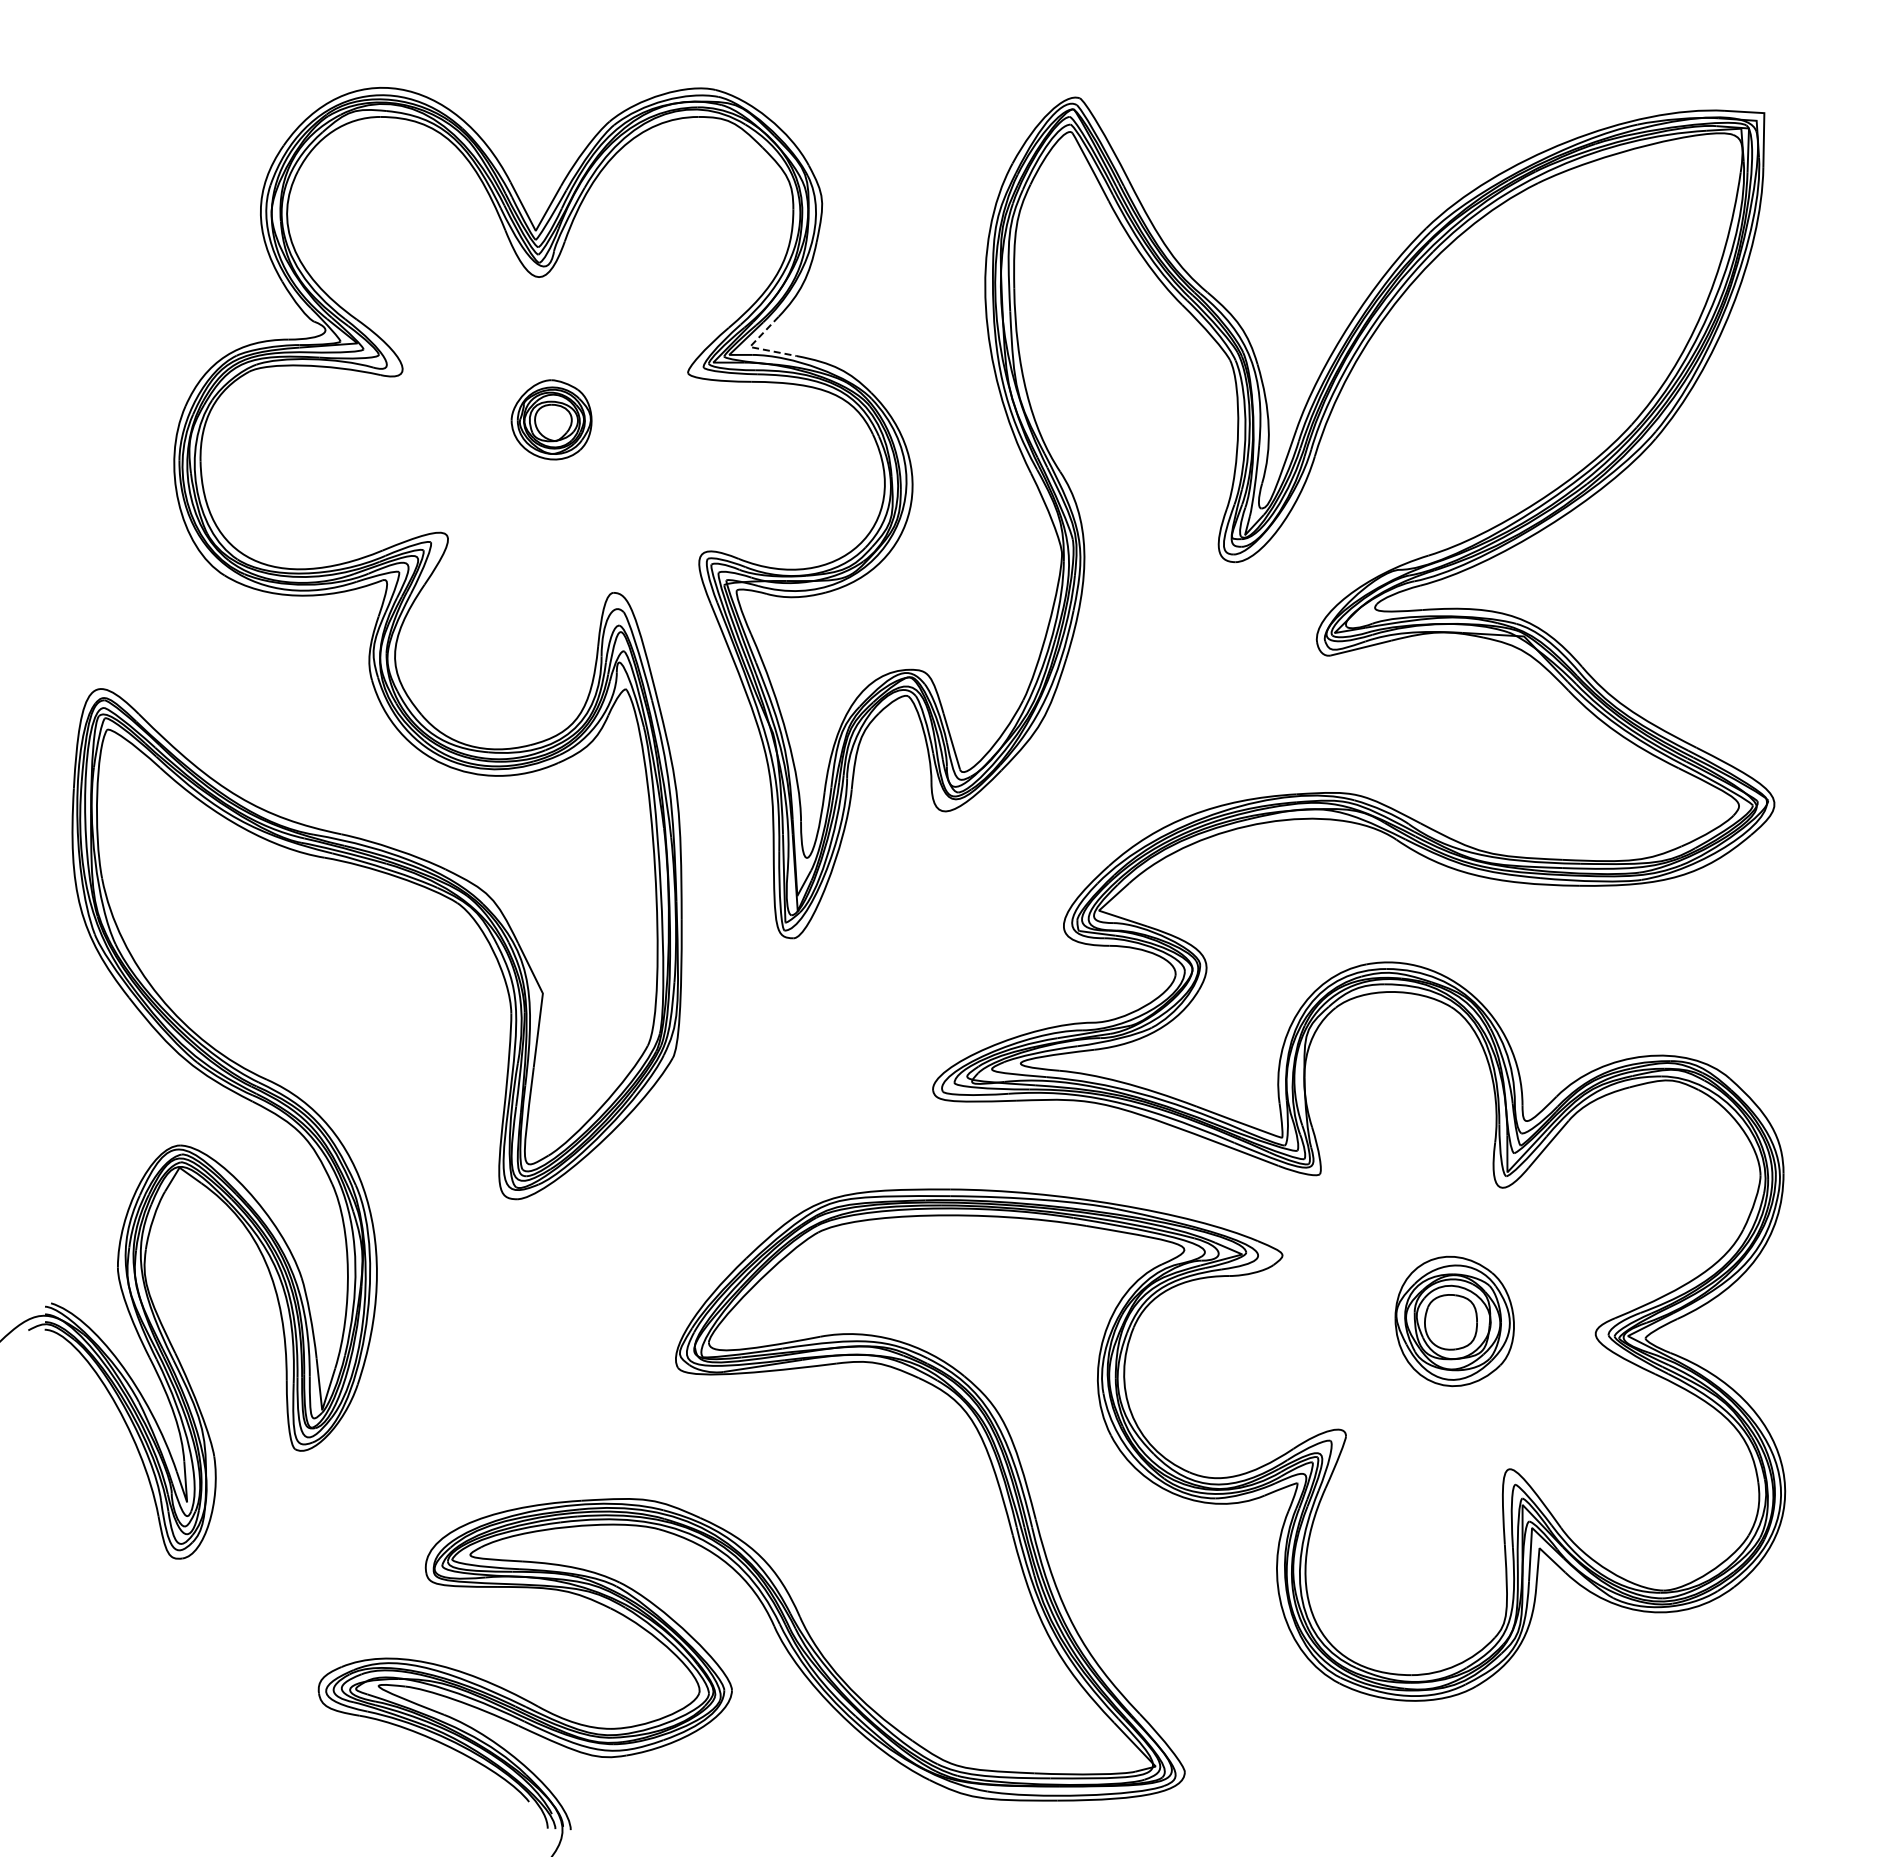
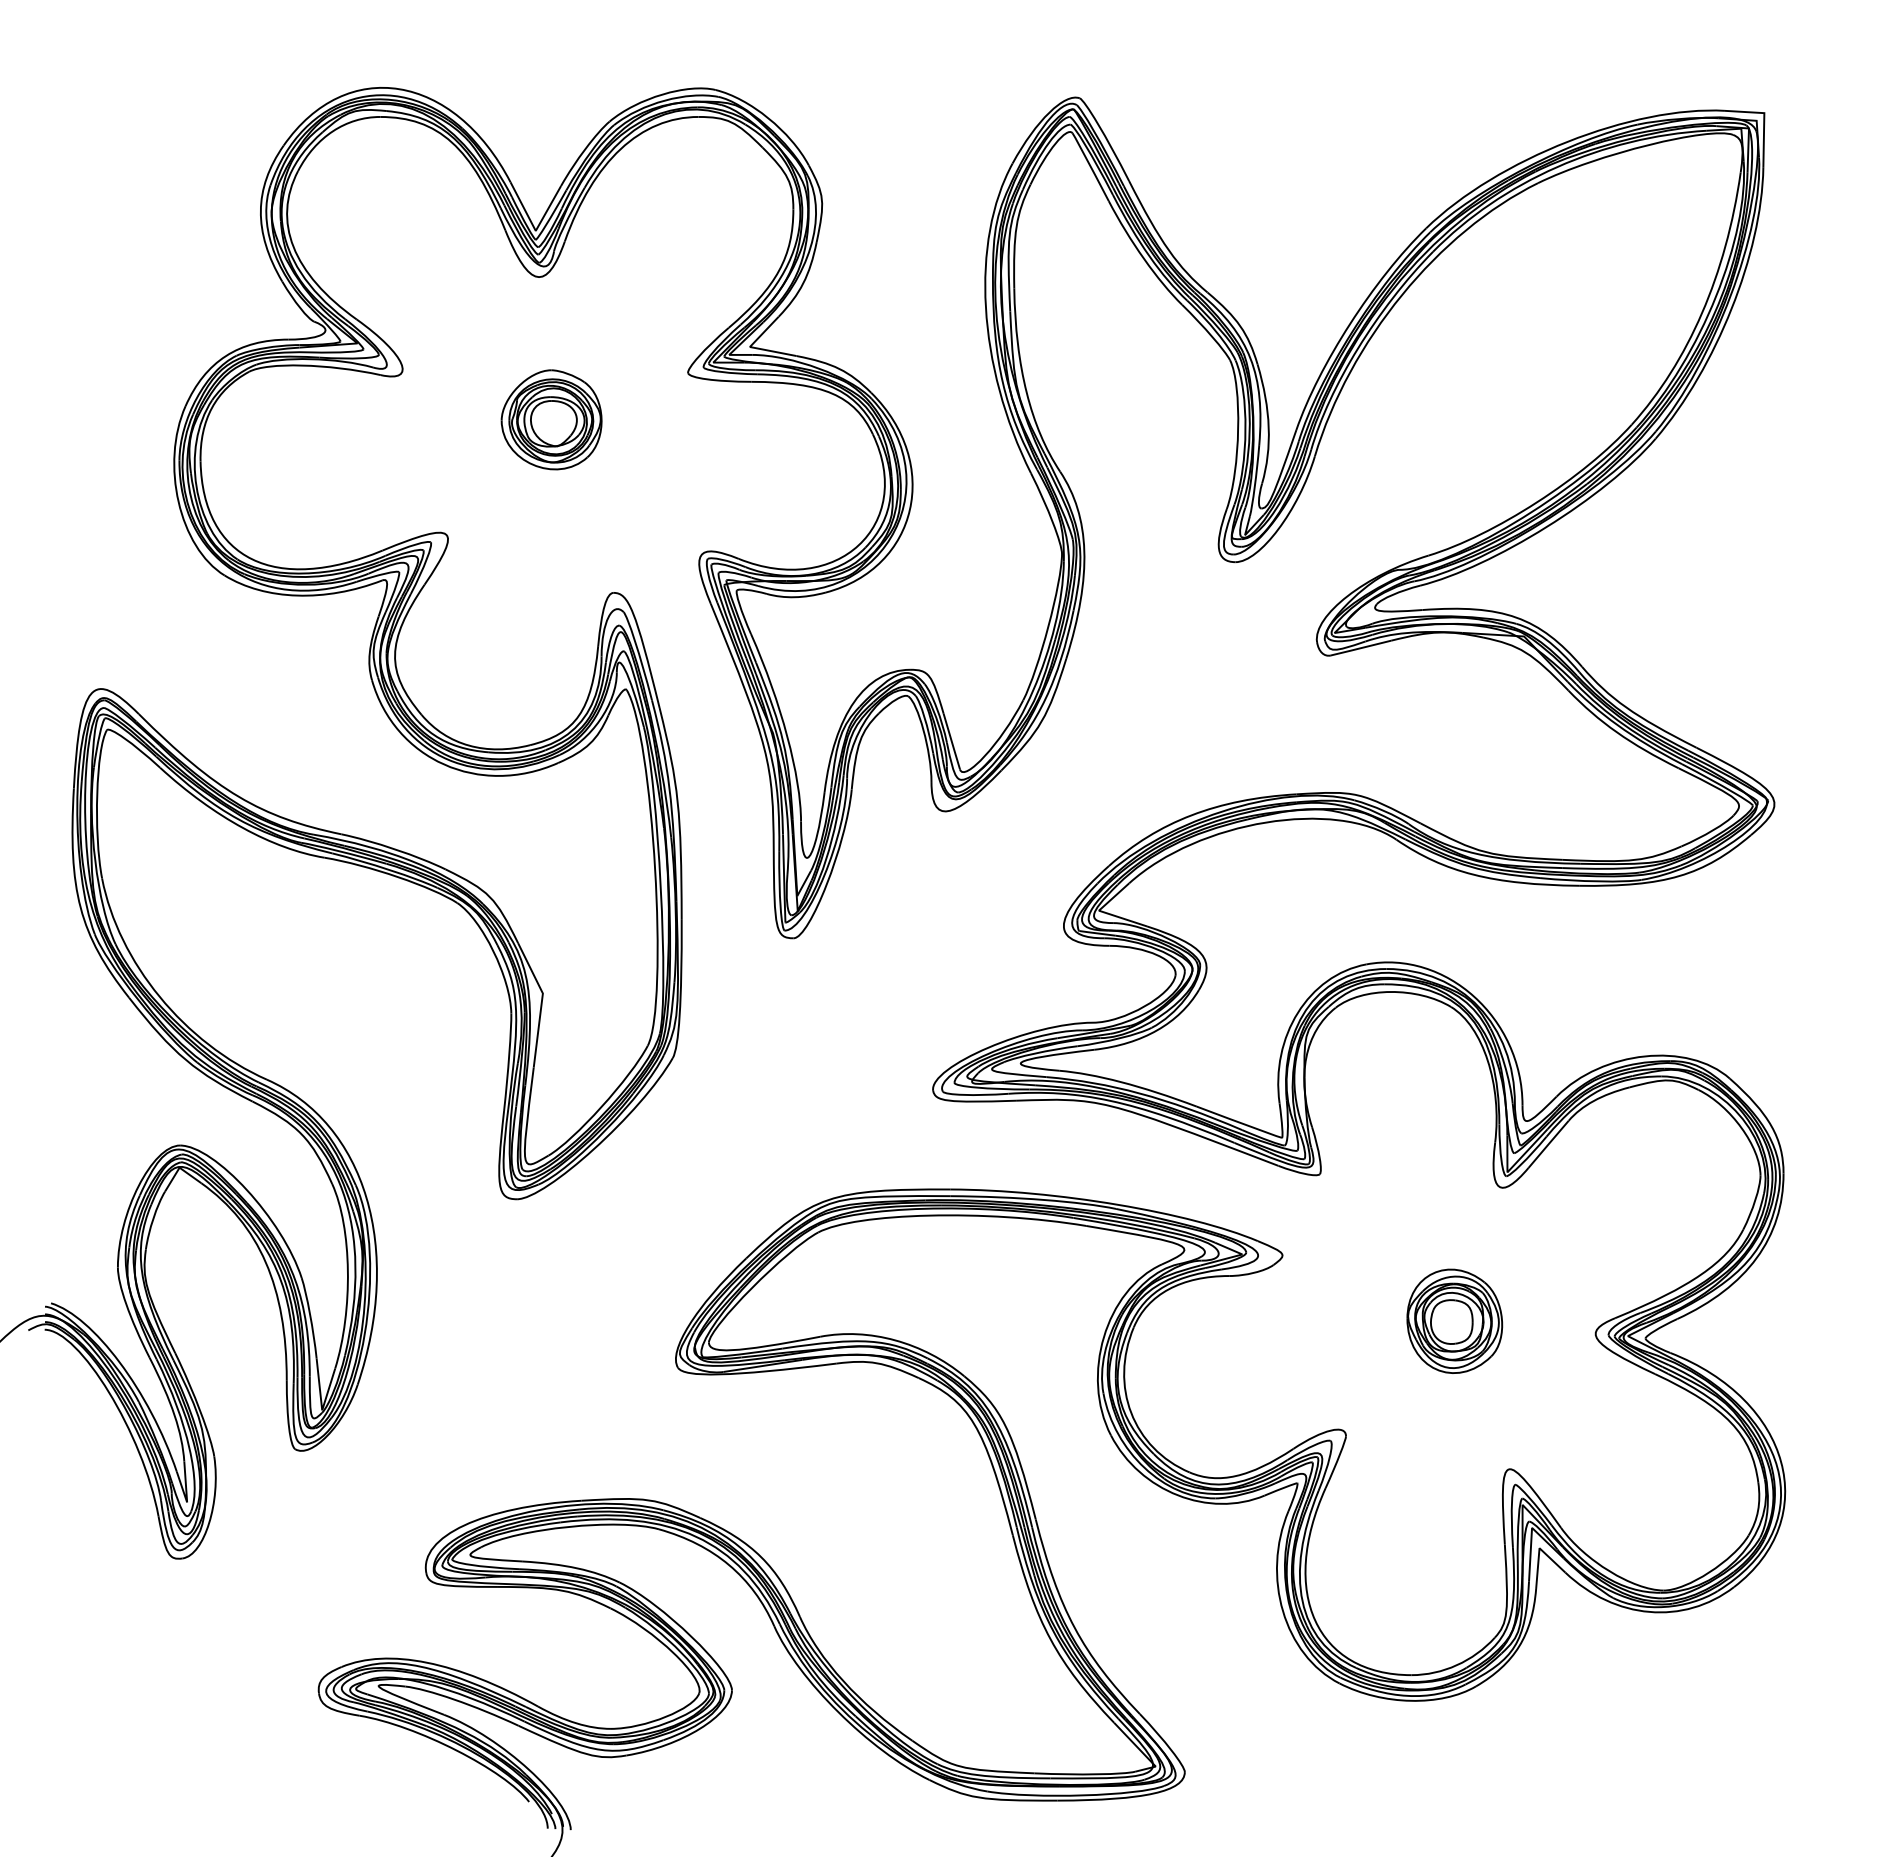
line at (752, 347): dashed -> solid
part at (551, 419) size: 83x82 px -> 103x102 px
part at (1454, 1321) size: 121x133 px -> 98x106 px
